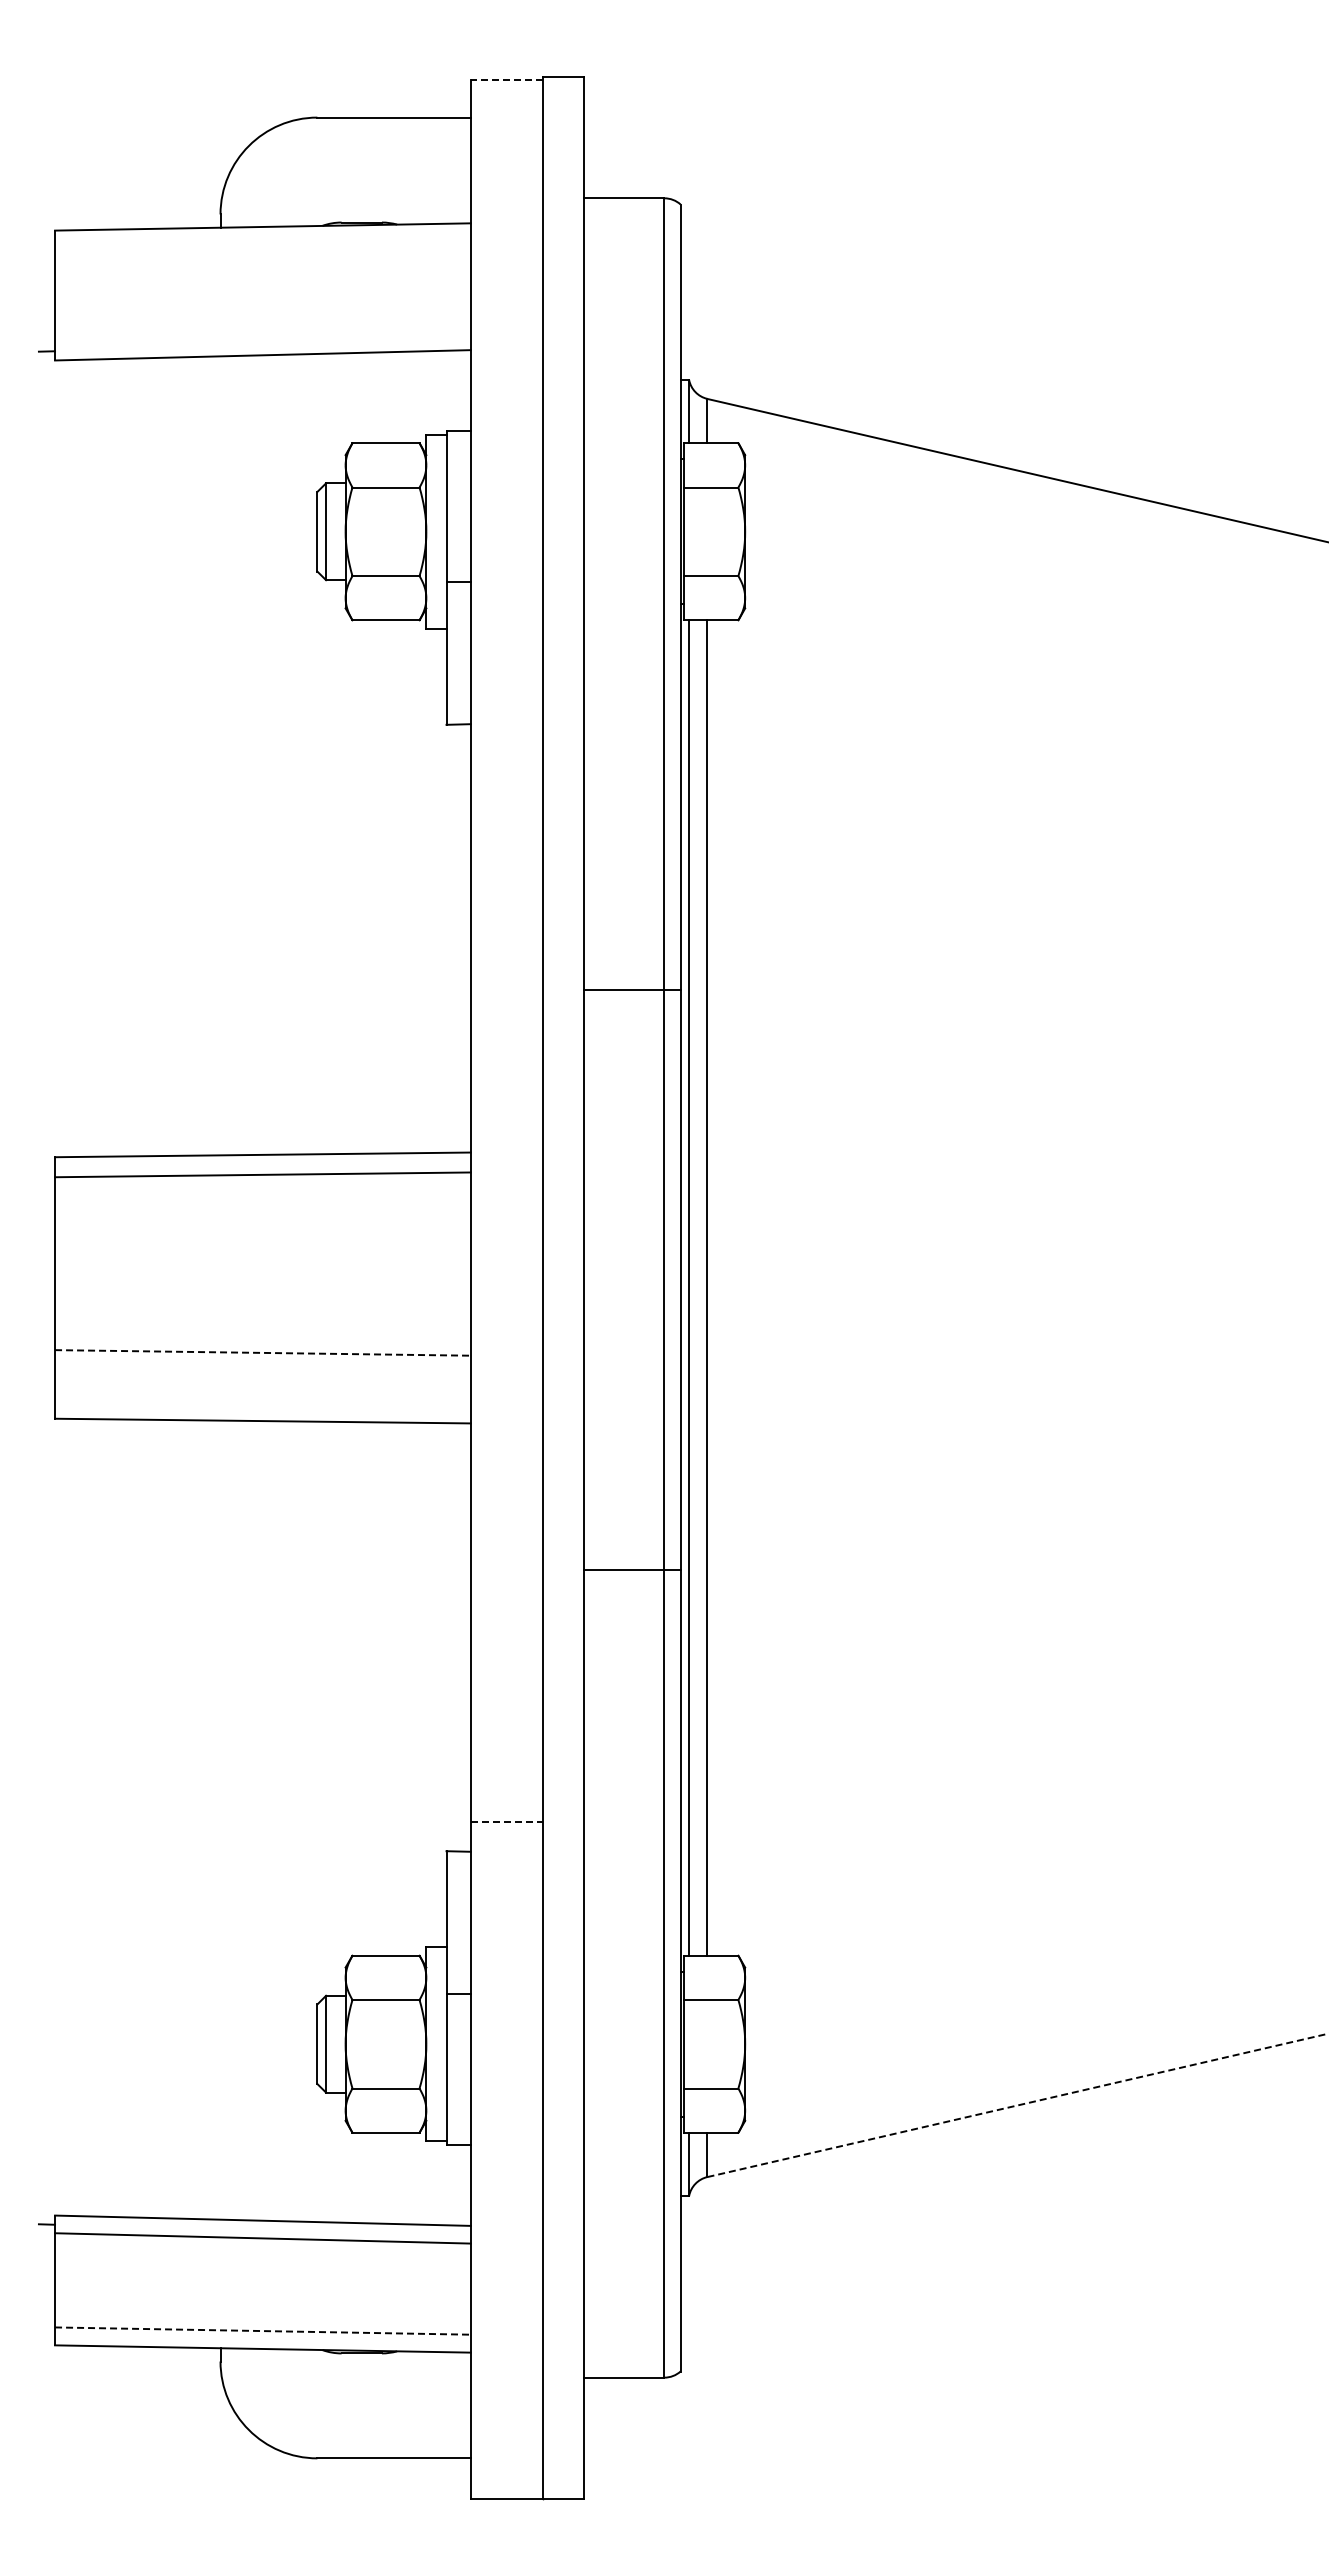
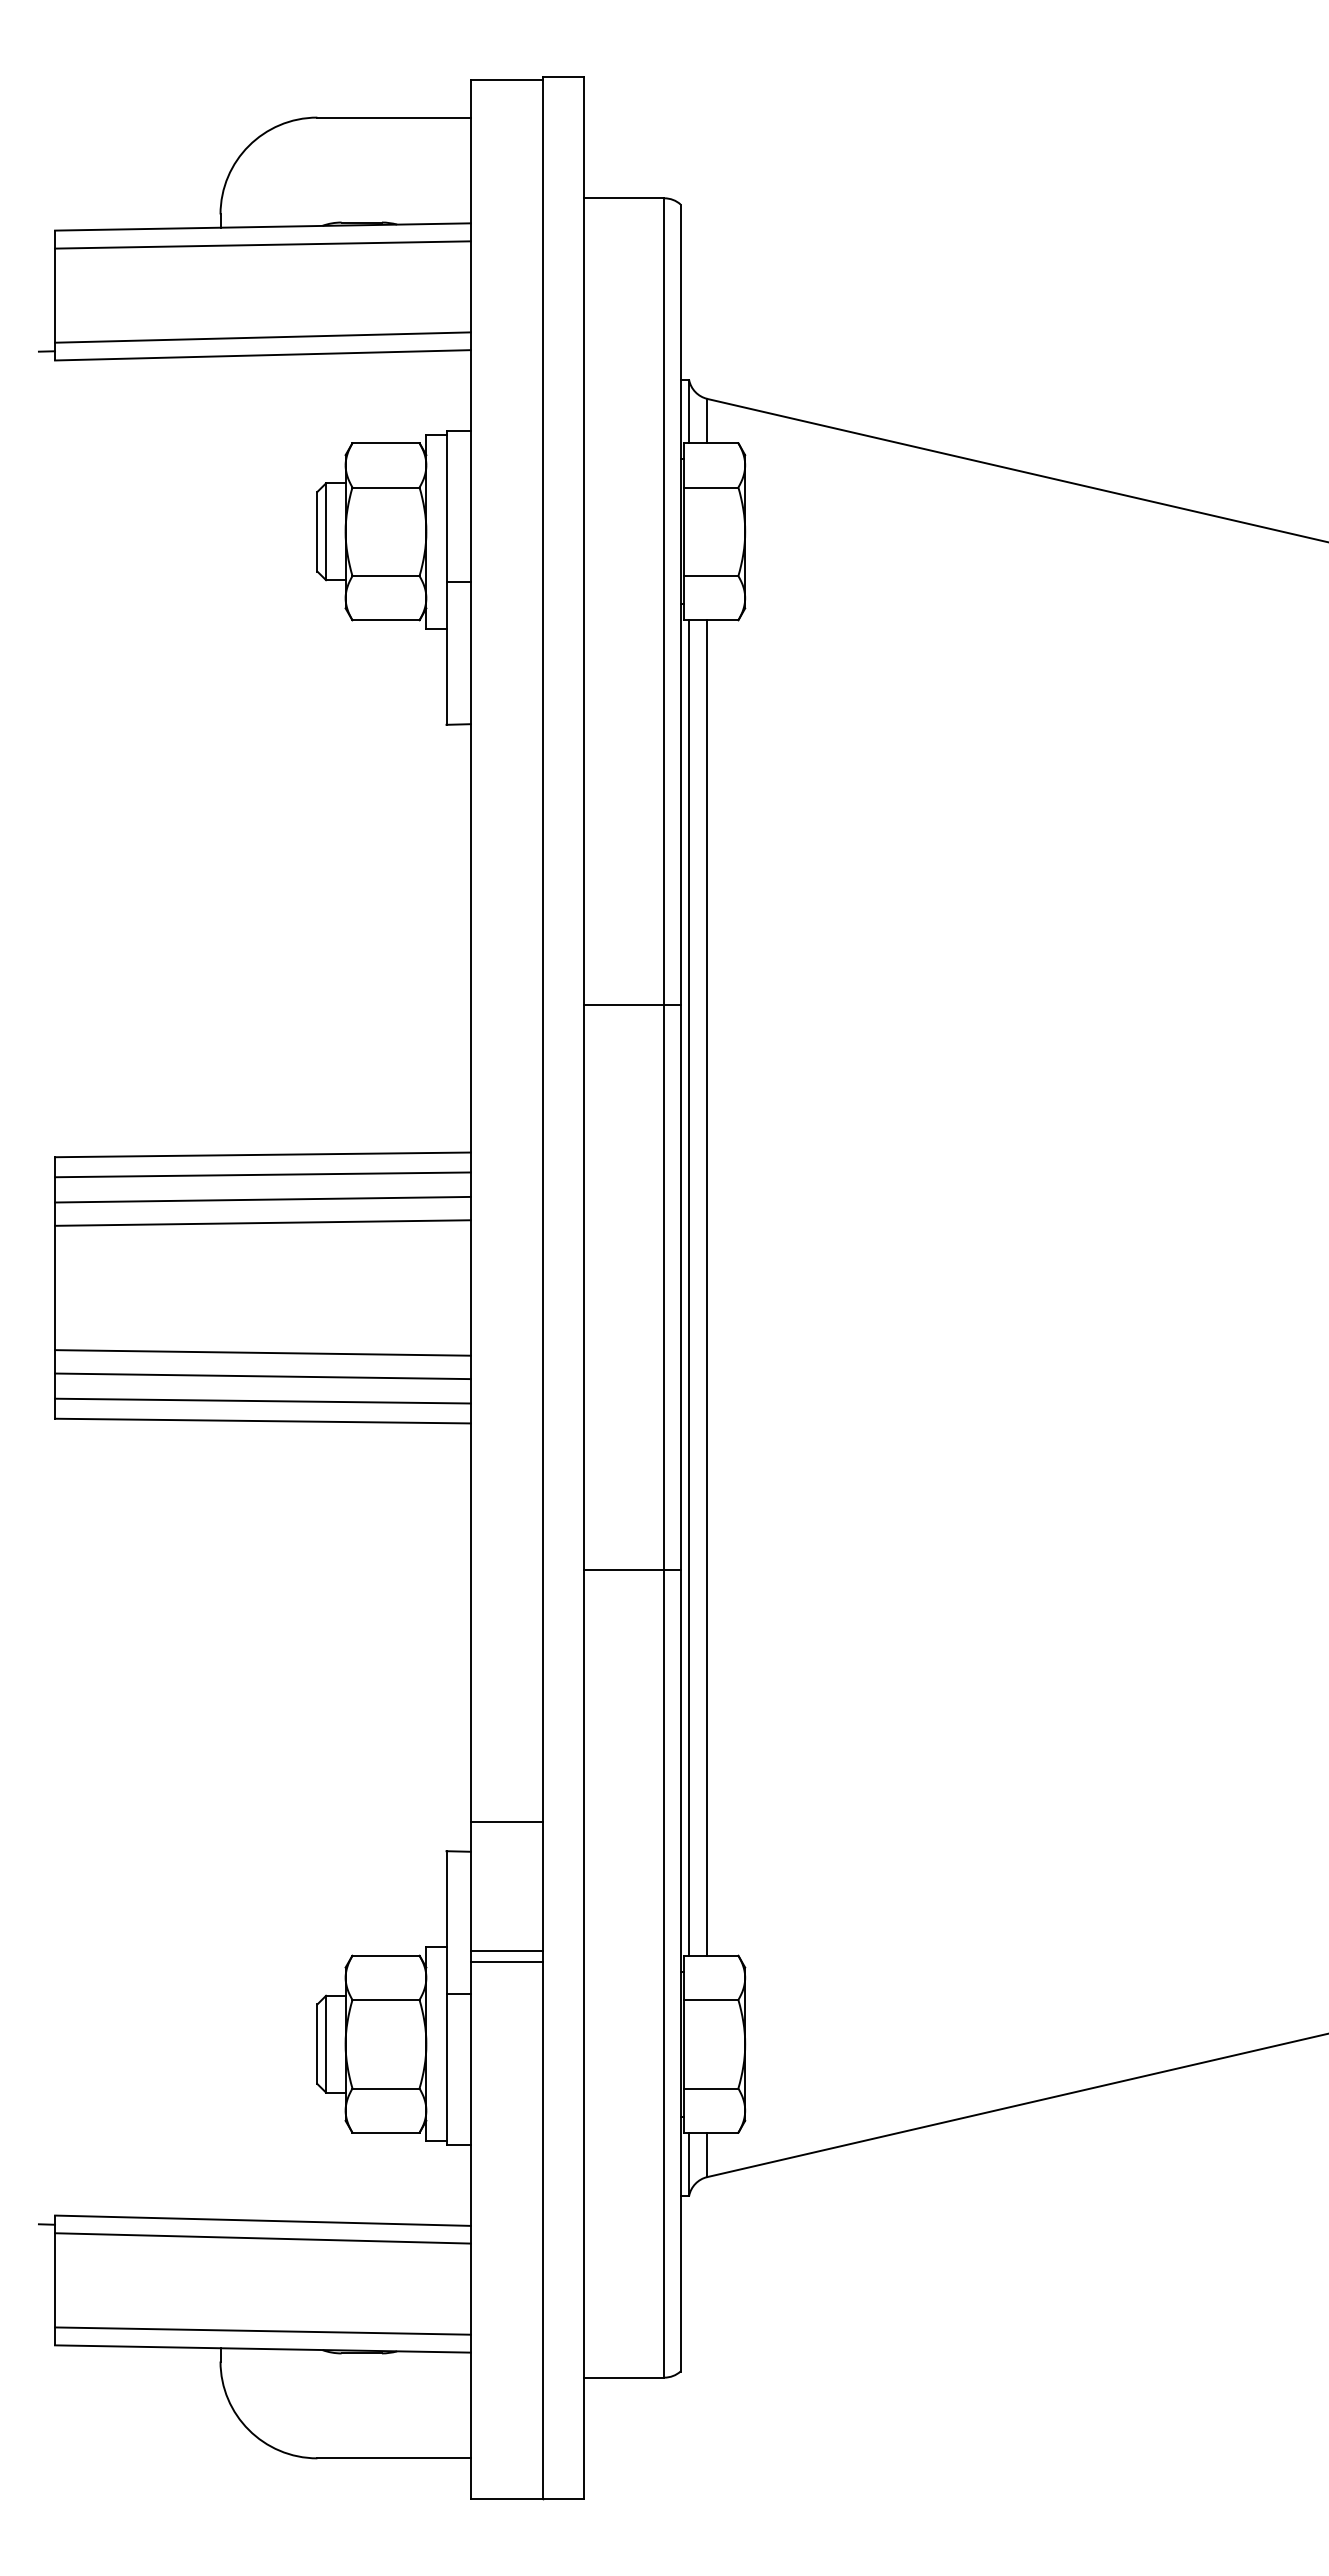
line at (506, 80): dashed -> solid
line at (262, 244): none -> present
line at (262, 337): none -> present
line at (631, 990) position: (631, 990) -> (631, 1005)
line at (262, 1199): none -> present
line at (262, 1222): none -> present
line at (262, 1352): dashed -> solid
line at (262, 1376): none -> present
line at (262, 1400): none -> present
line at (507, 1822): dashed -> solid
line at (506, 1951): none -> present
line at (506, 1961): none -> present
line at (1018, 2105): dashed -> solid
line at (262, 2331): dashed -> solid
